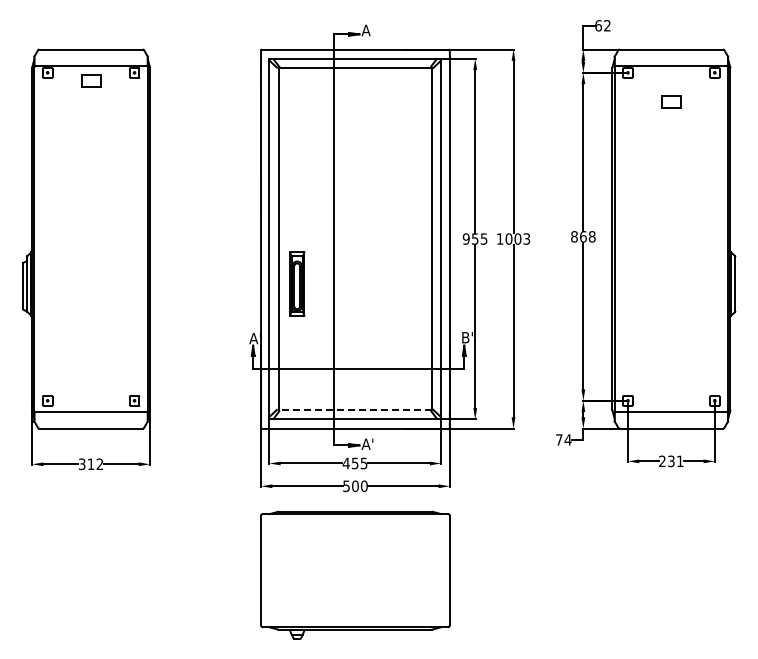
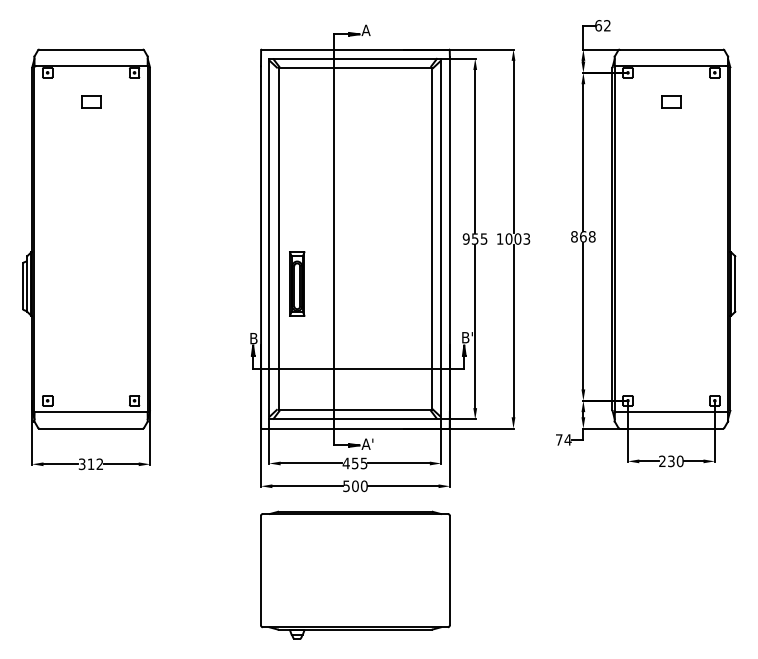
part at (91, 80) position: (91, 80) -> (91, 101)
text at (254, 338): A' -> B
line at (355, 410): dashed -> solid
text at (679, 461): 231 -> 230
